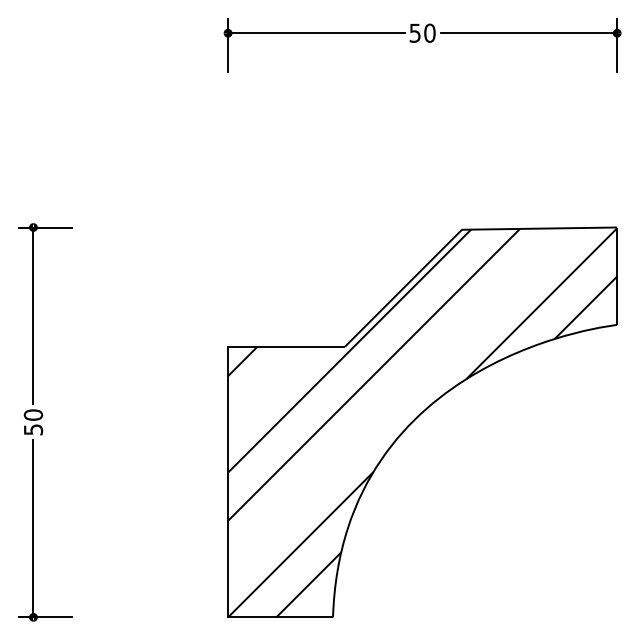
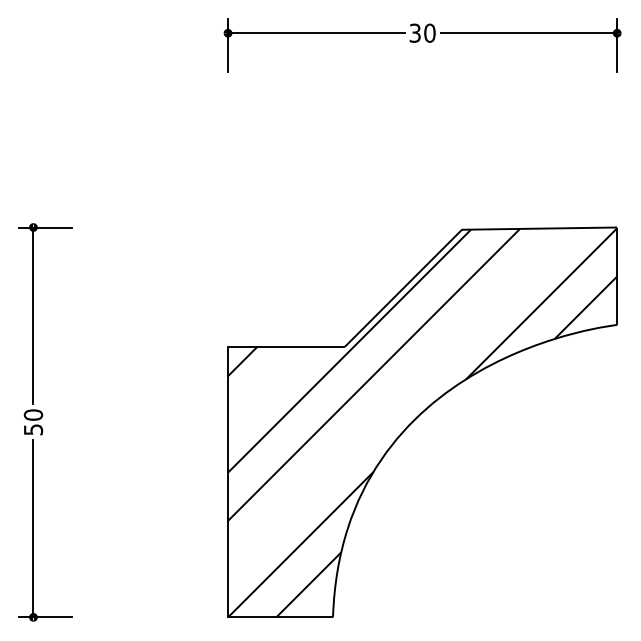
text at (415, 32): 50 -> 30
